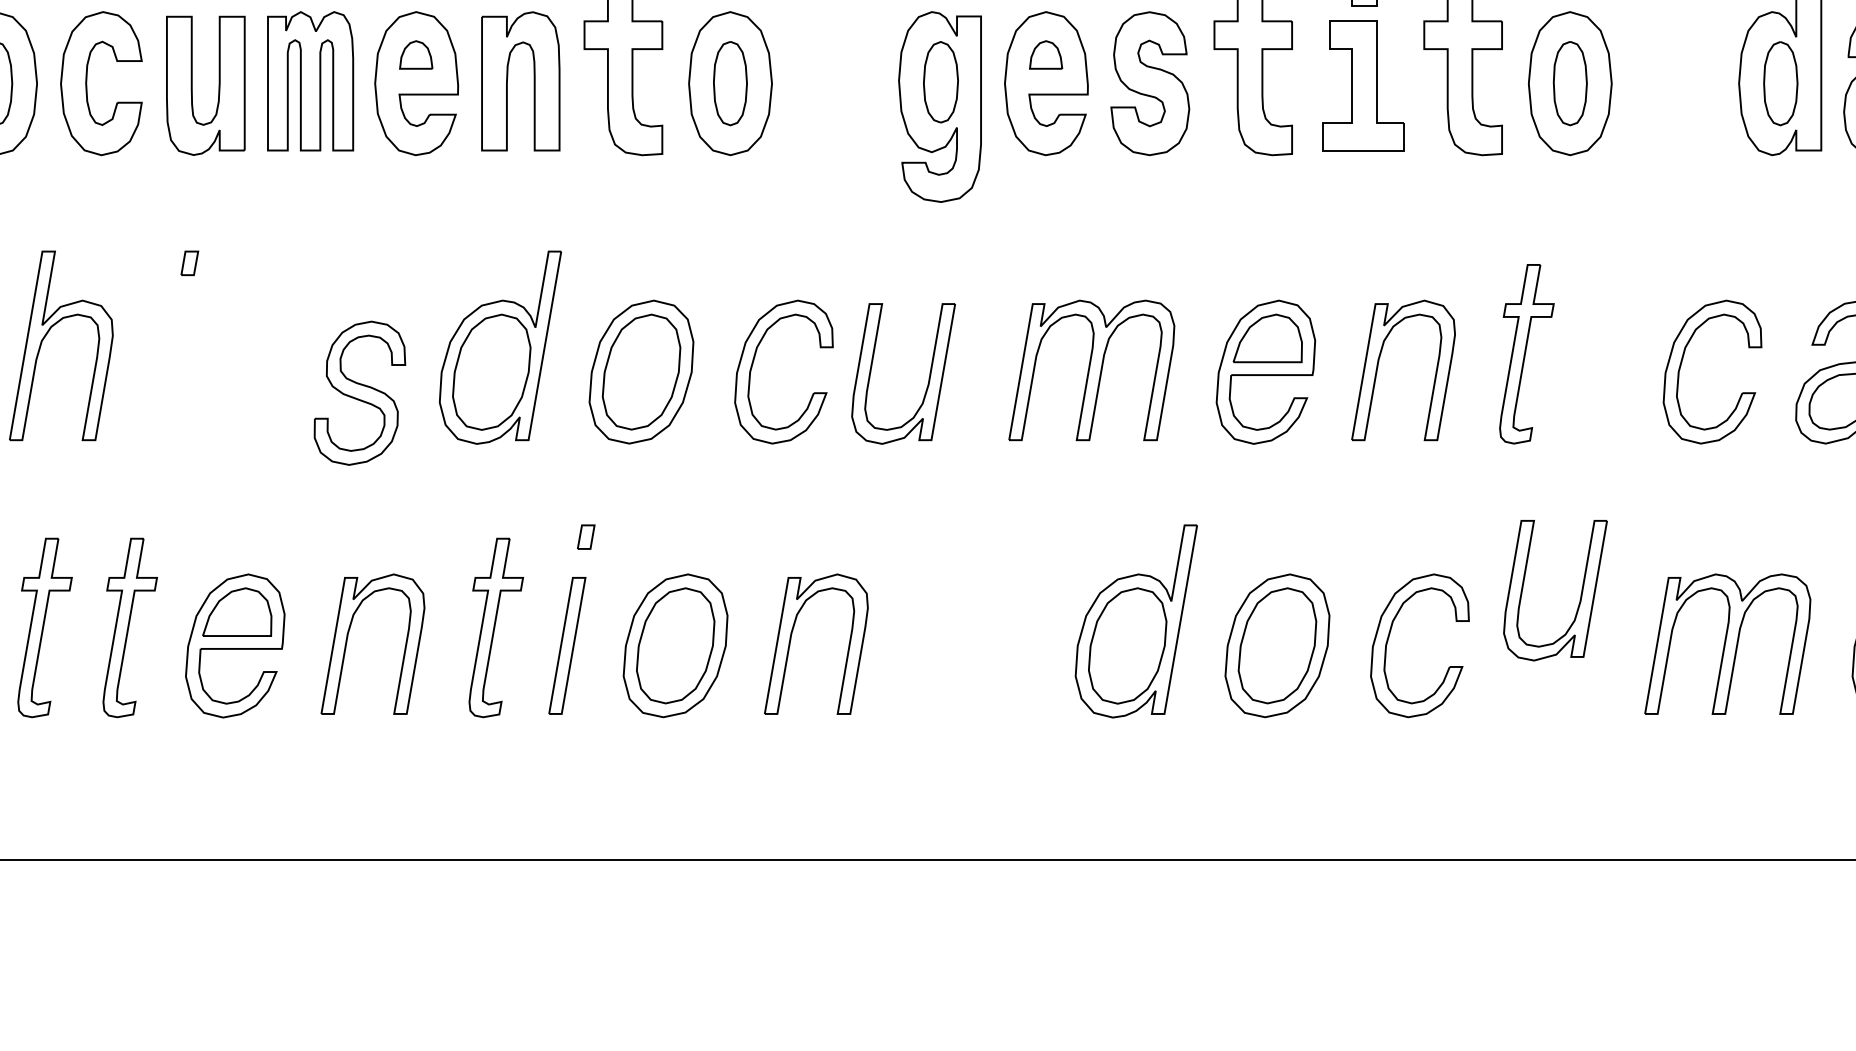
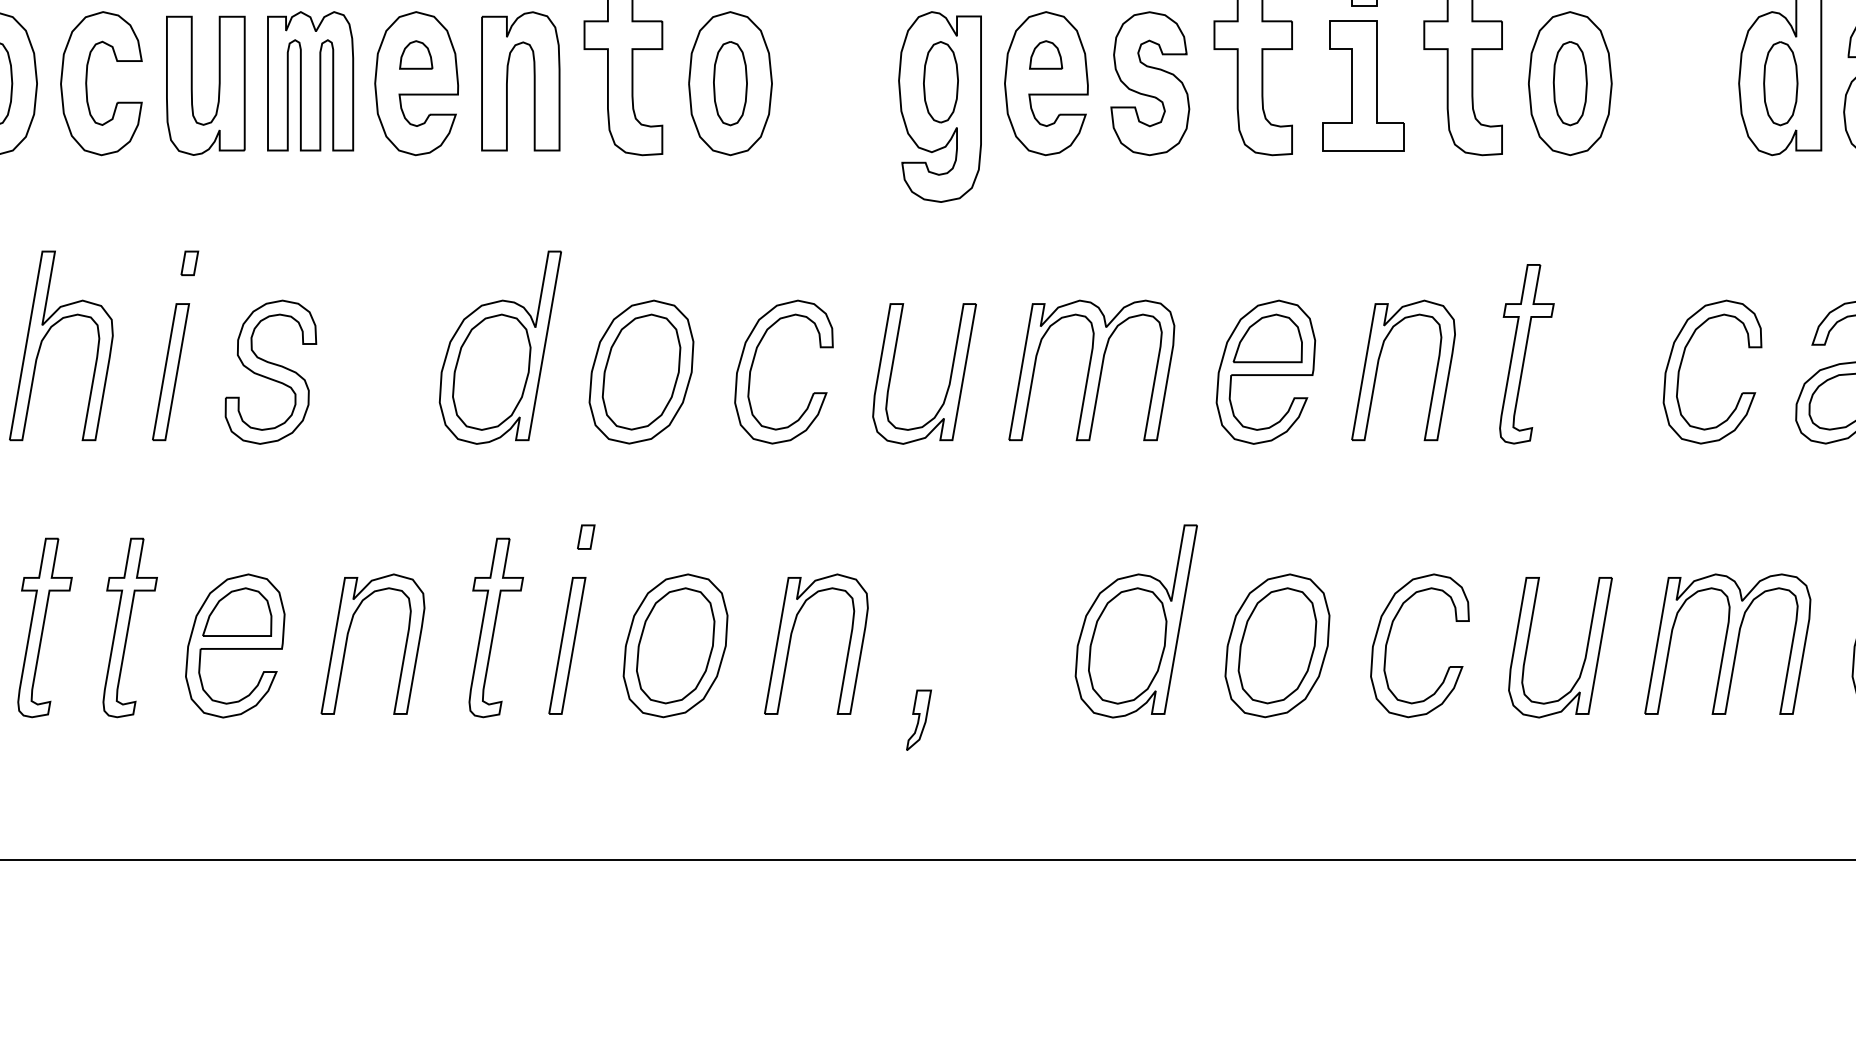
part at (171, 372): none -> present
part at (928, 378) position: (928, 378) -> (949, 378)
part at (359, 392) position: (359, 392) -> (270, 371)
part at (1580, 594) position: (1580, 594) -> (1585, 651)
part at (918, 719): none -> present
